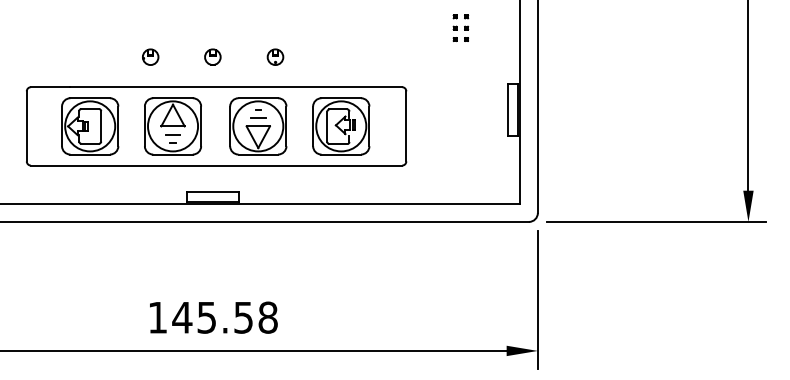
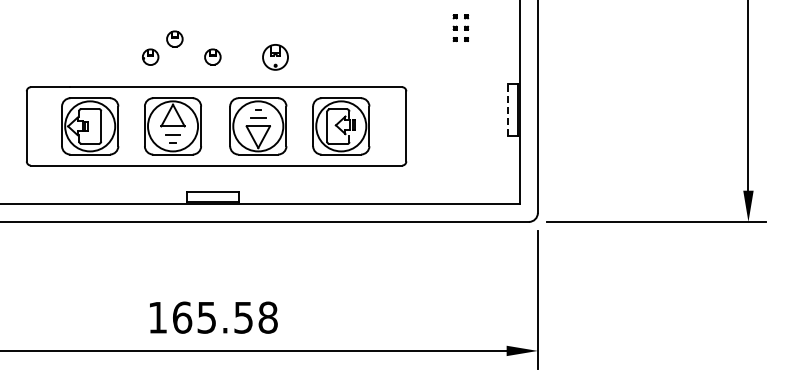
part at (174, 38): none -> present
part at (275, 56) size: 19x18 px -> 27x27 px
line at (507, 109): solid -> dashed
text at (182, 317): 145.58 -> 165.58
